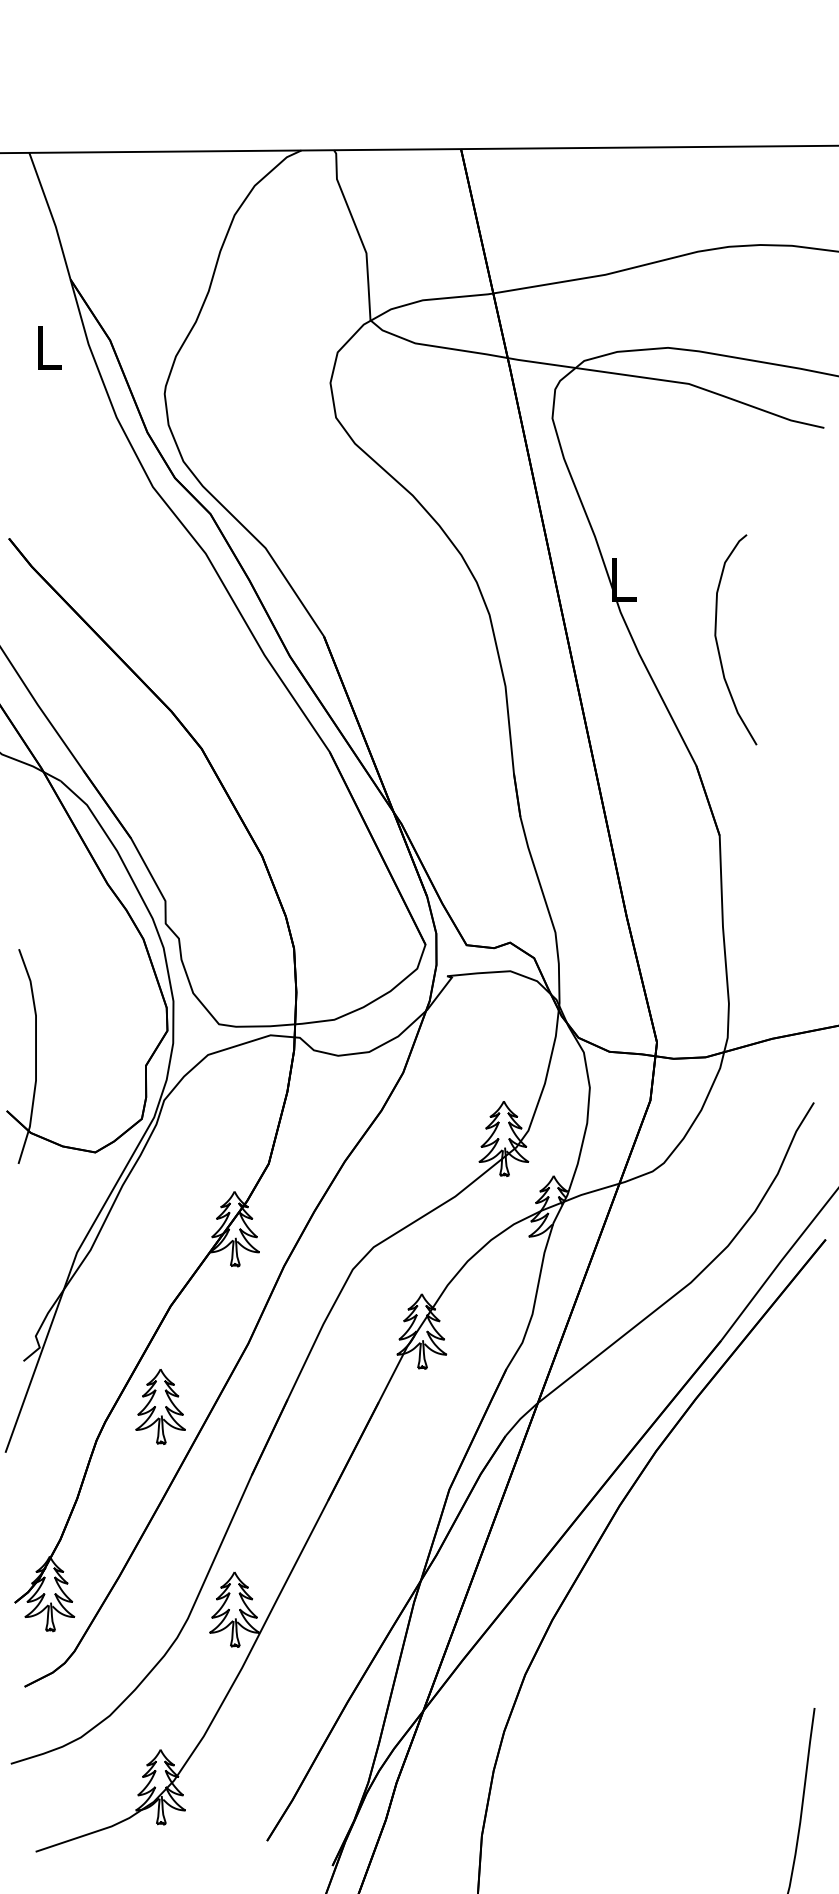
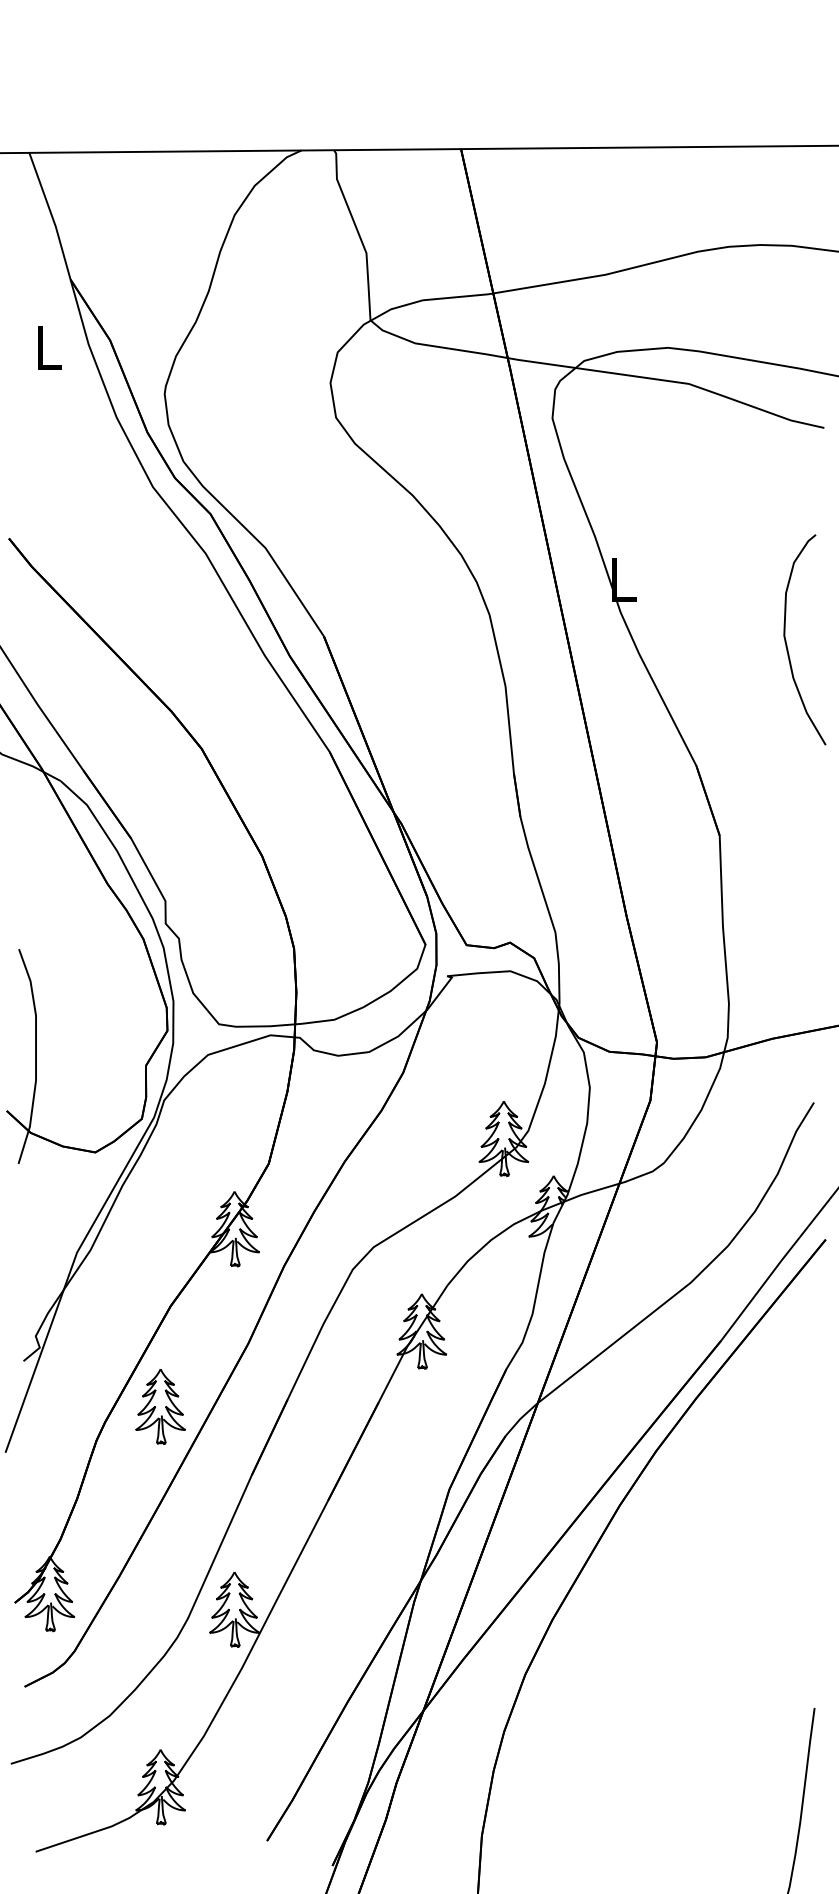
curve at (718, 644) position: (718, 644) -> (787, 644)
